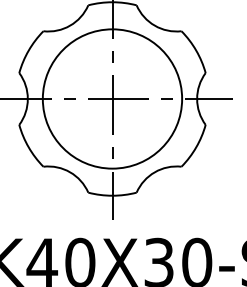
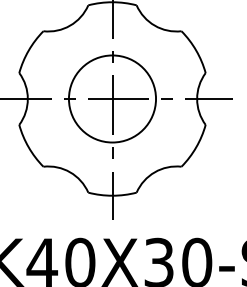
circle at (112, 98) diameter: 139 px -> 87 px
